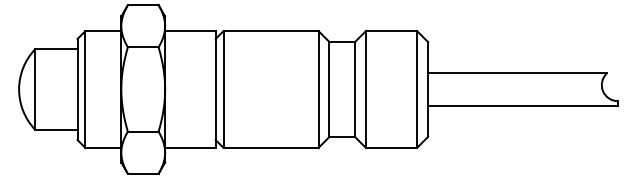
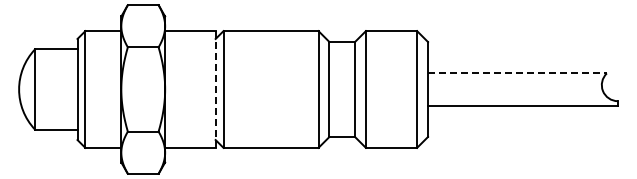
line at (517, 73): solid -> dashed
line at (215, 90): solid -> dashed
